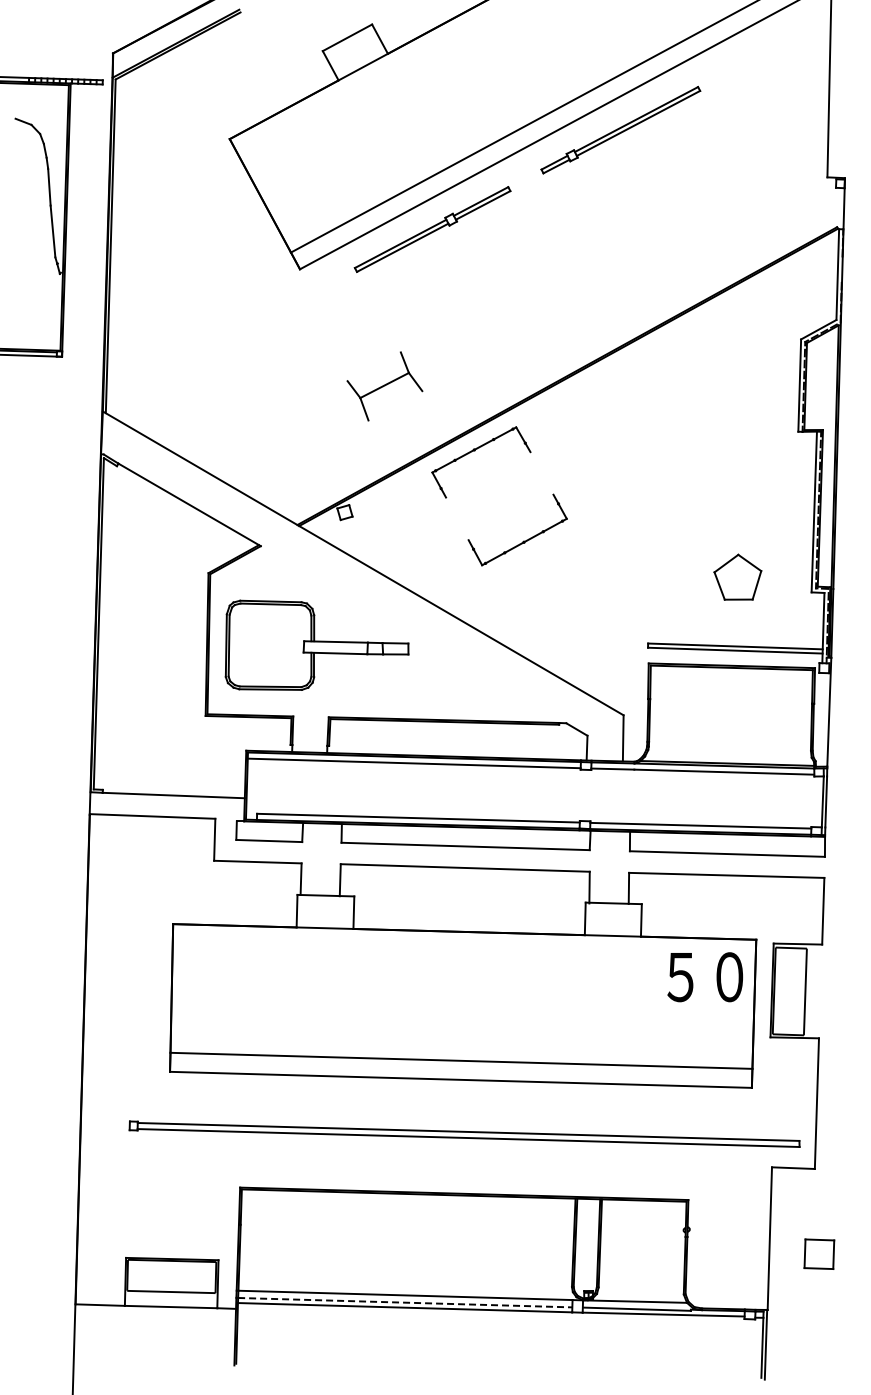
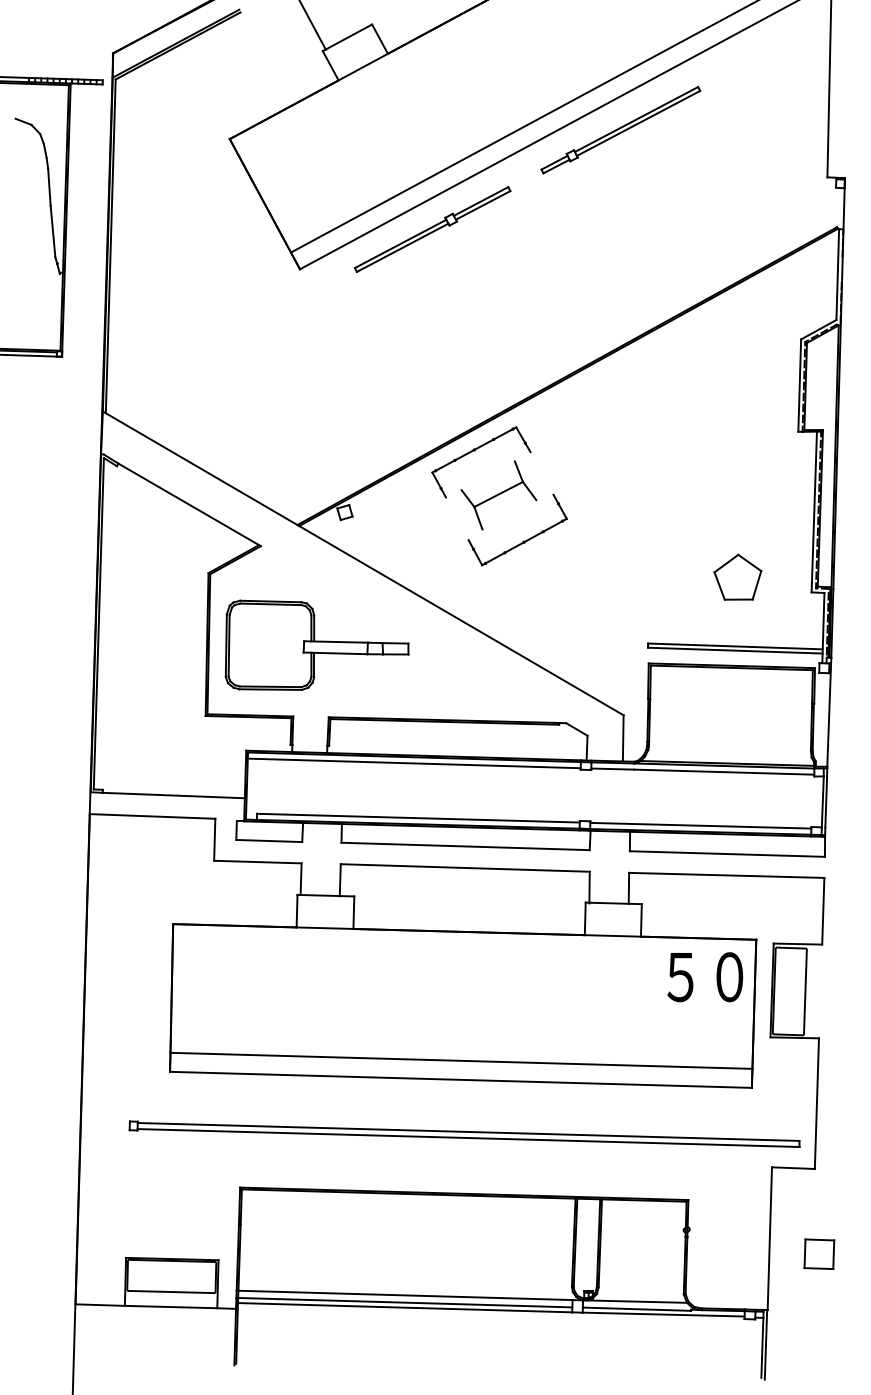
line at (312, 25): none -> present
part at (384, 386) position: (384, 386) -> (498, 495)
line at (405, 1302): dashed -> solid
